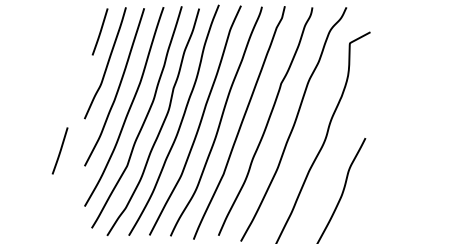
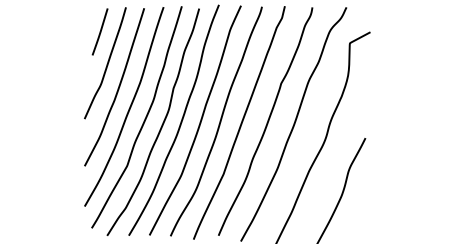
line at (59, 150): present -> none
